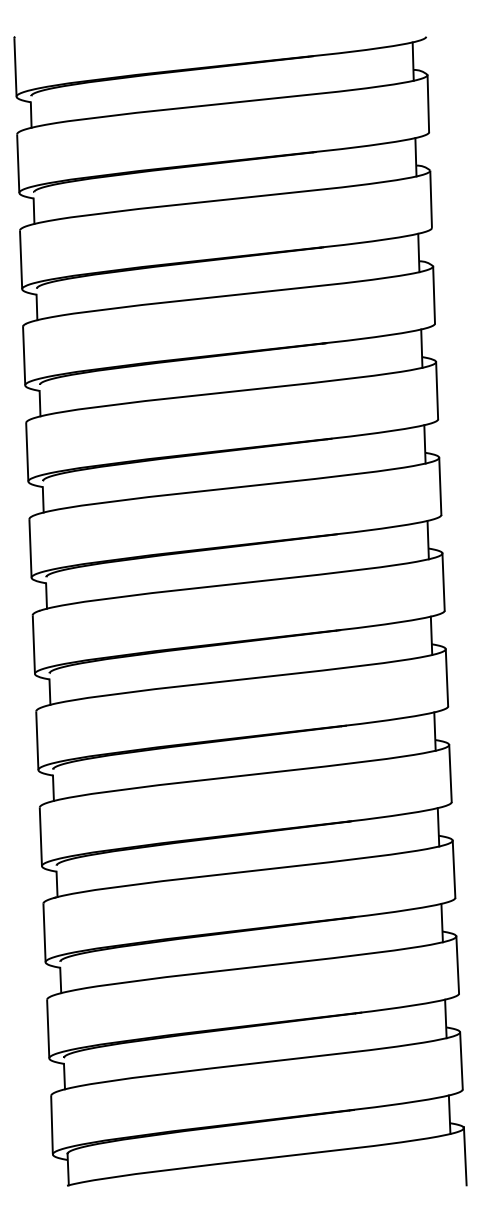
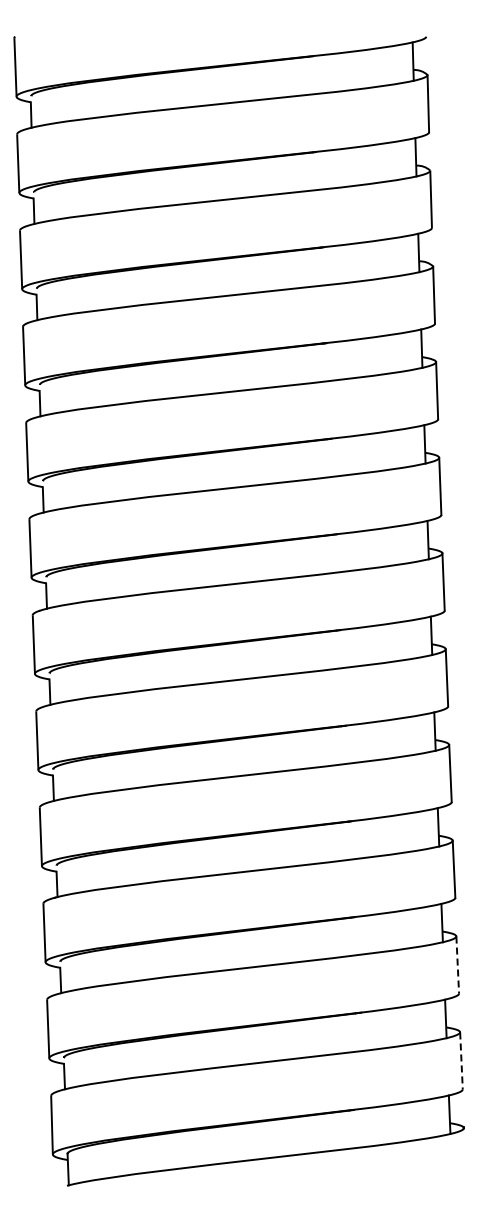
line at (457, 965): solid -> dashed
line at (461, 1060): solid -> dashed
line at (464, 1156): present -> none
